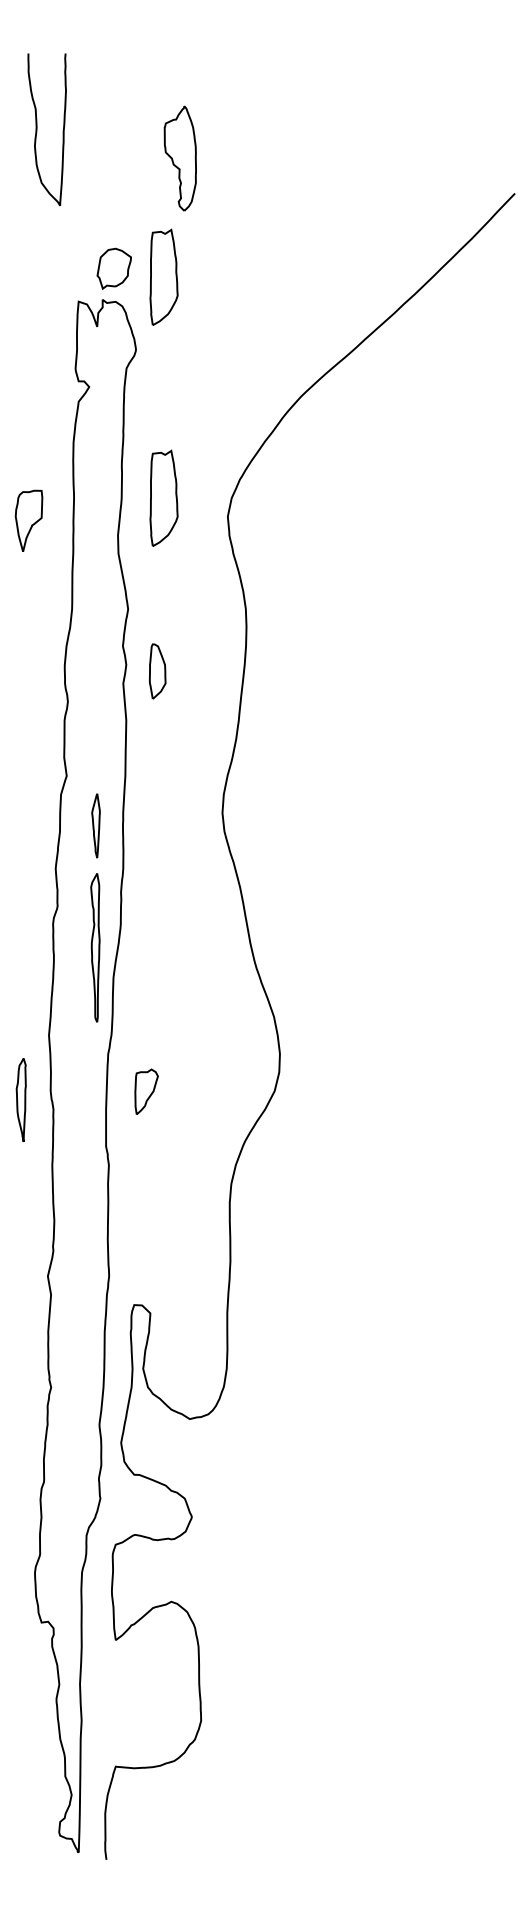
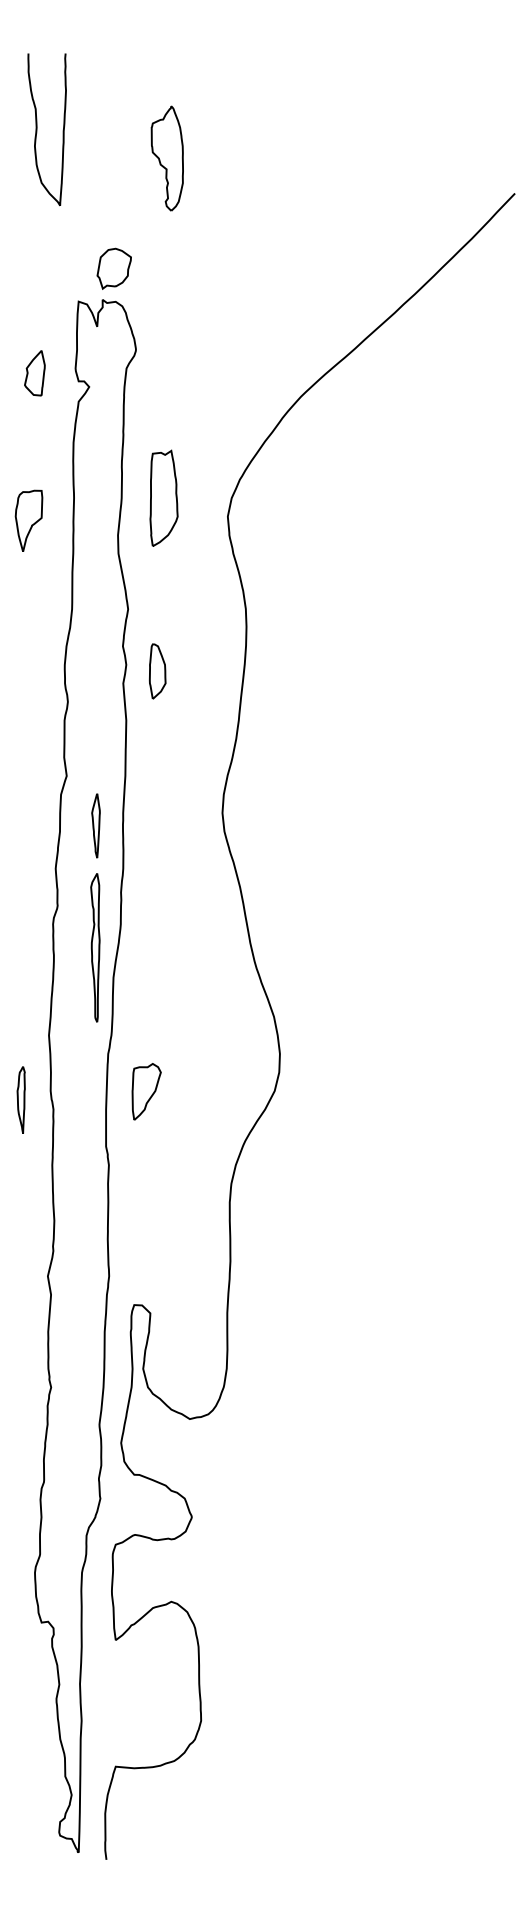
part at (179, 158) position: (179, 158) -> (166, 158)
part at (163, 276): present -> none
part at (34, 373): none -> present
part at (146, 1091) size: 25x47 px -> 31x58 px
part at (20, 1099) size: 12x84 px -> 10x68 px
